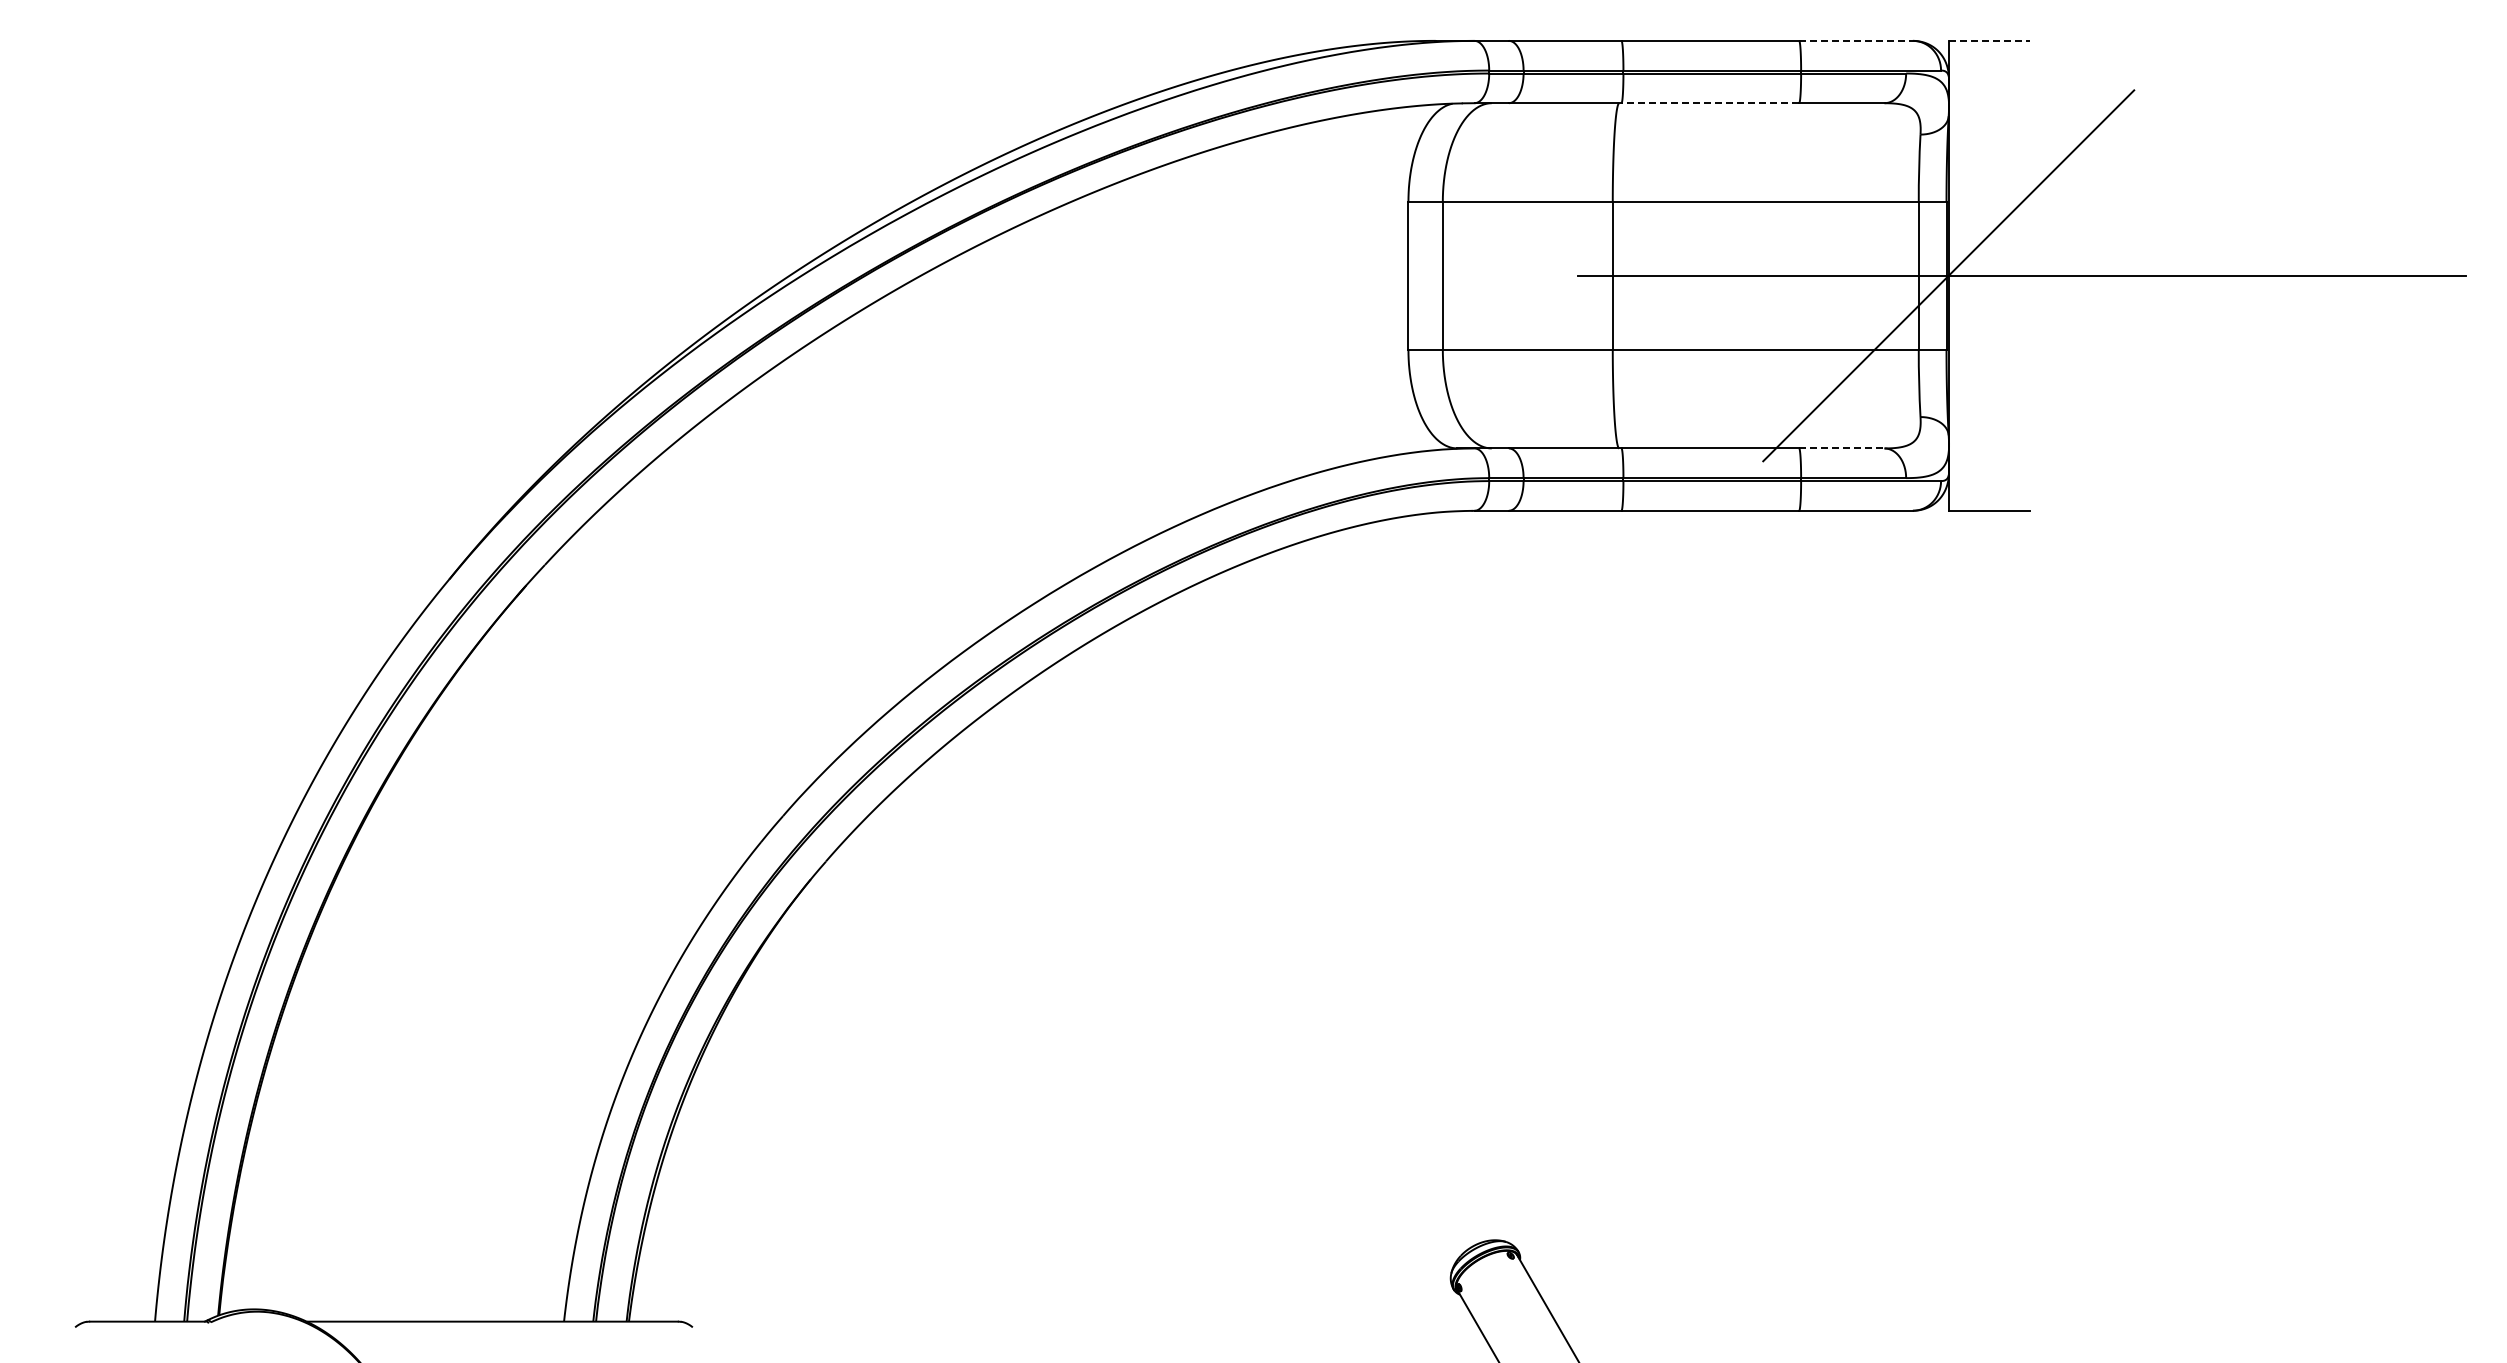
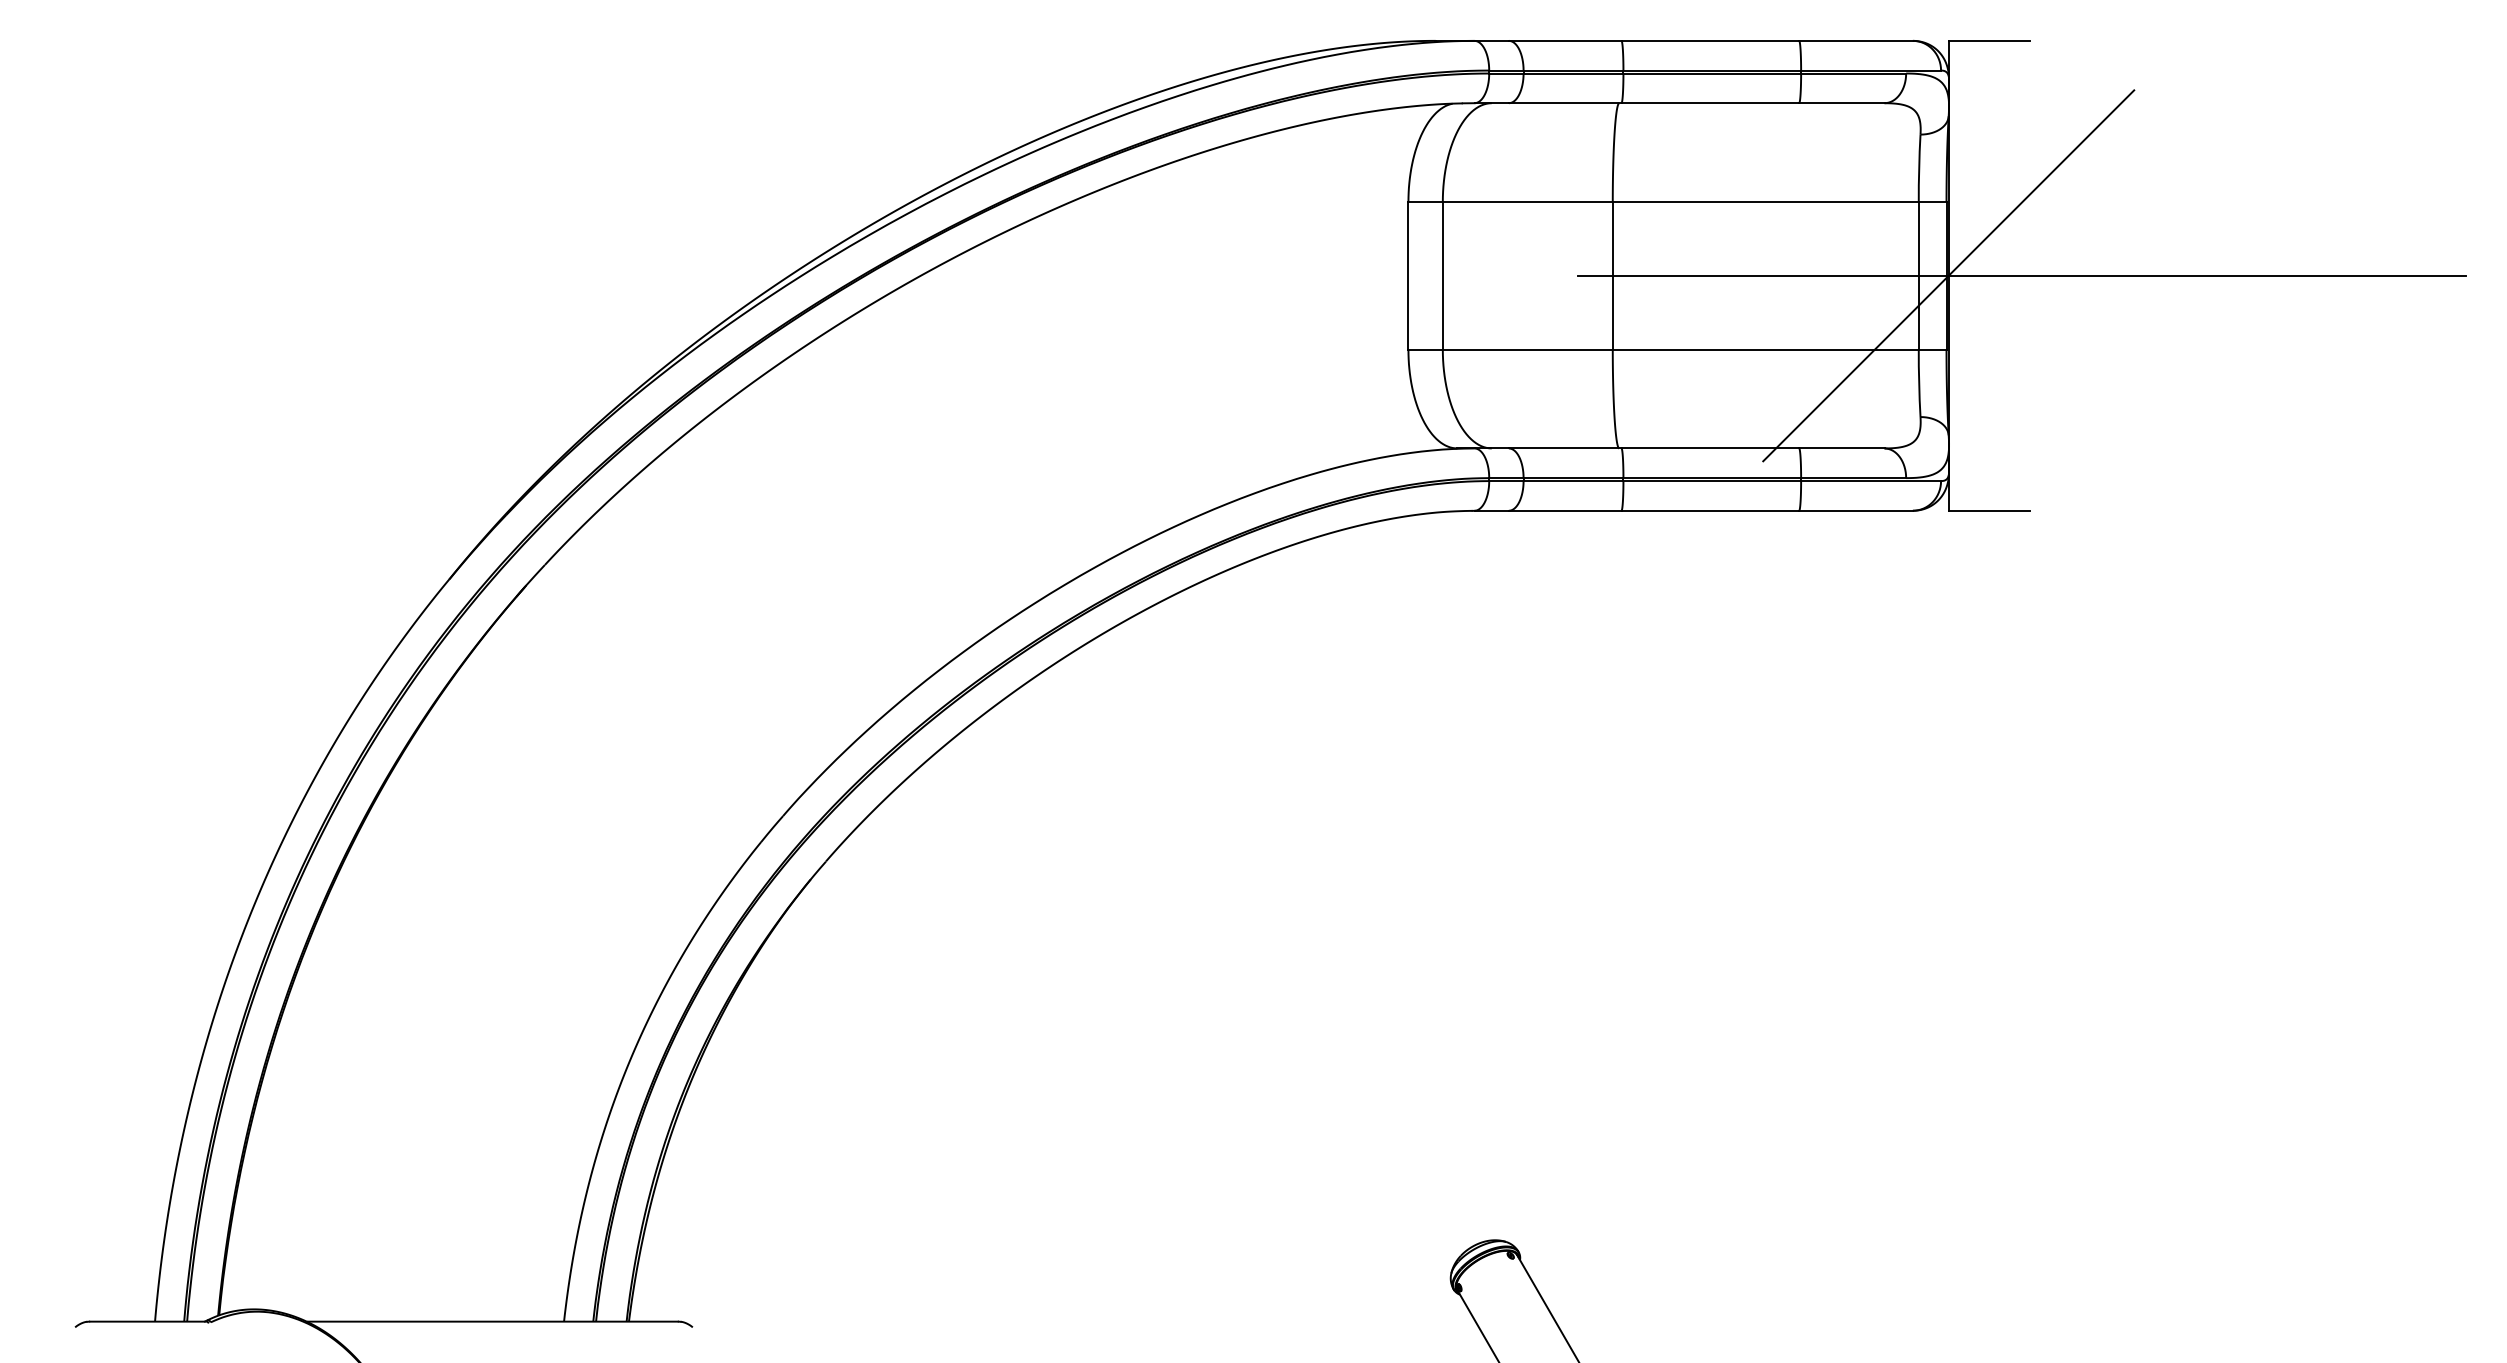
line at (1856, 40): dashed -> solid
line at (1989, 40): dashed -> solid
line at (1710, 103): dashed -> solid
line at (1841, 448): dashed -> solid
